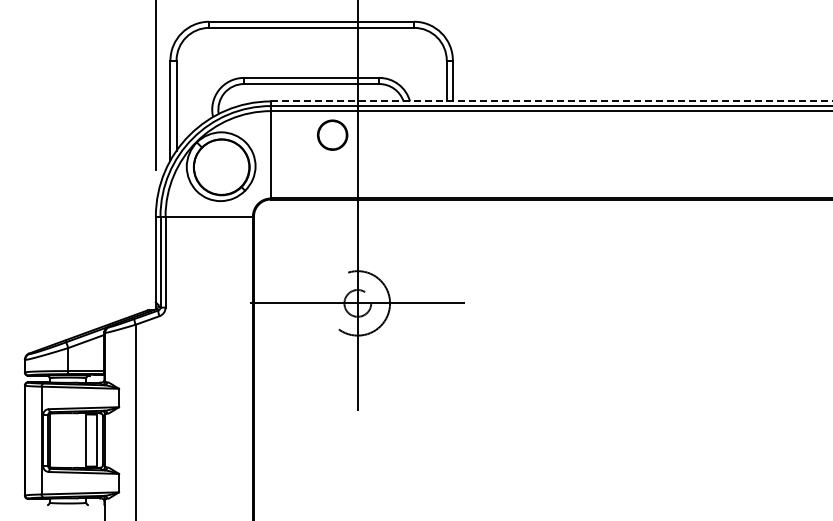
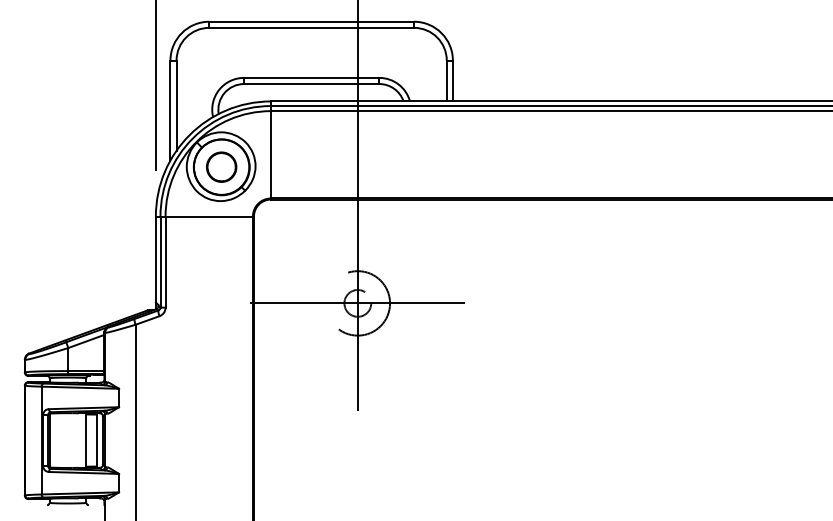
line at (551, 101): dashed -> solid
circle at (332, 134) position: (332, 134) -> (221, 166)
